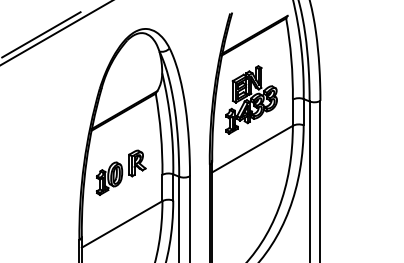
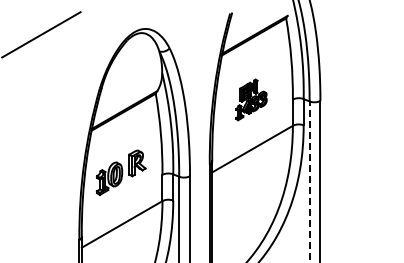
line at (56, 33): present -> none
part at (251, 99) size: 53x70 px -> 33x44 px
line at (309, 181): solid -> dashed
